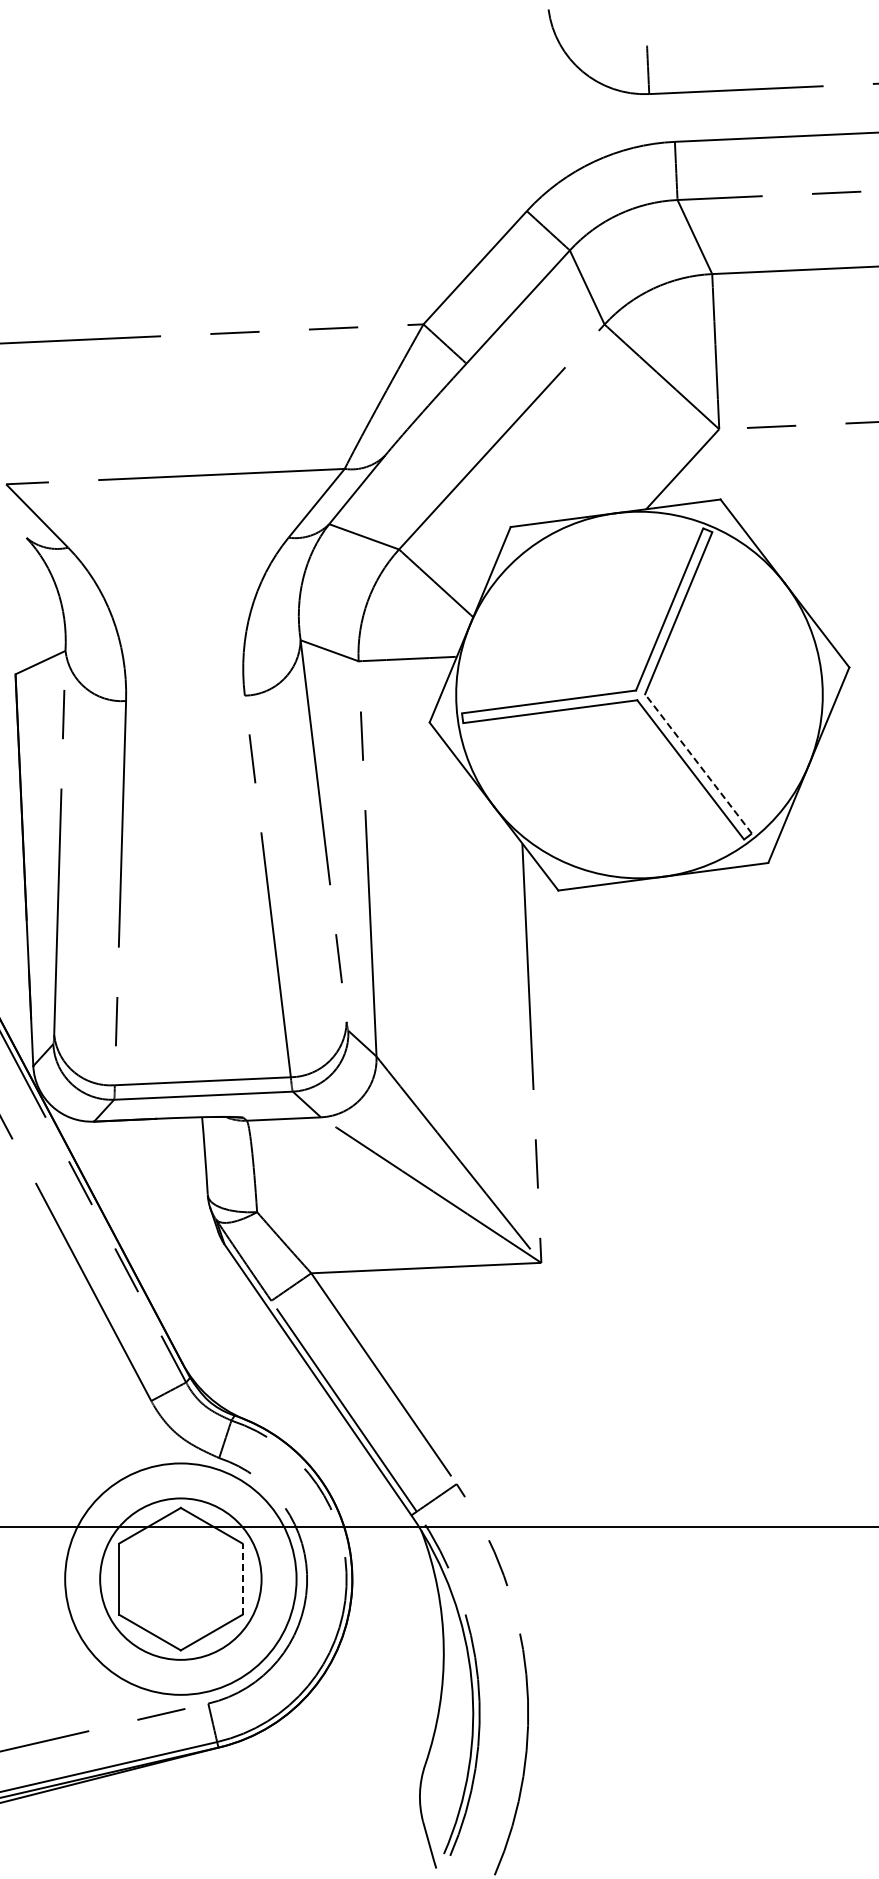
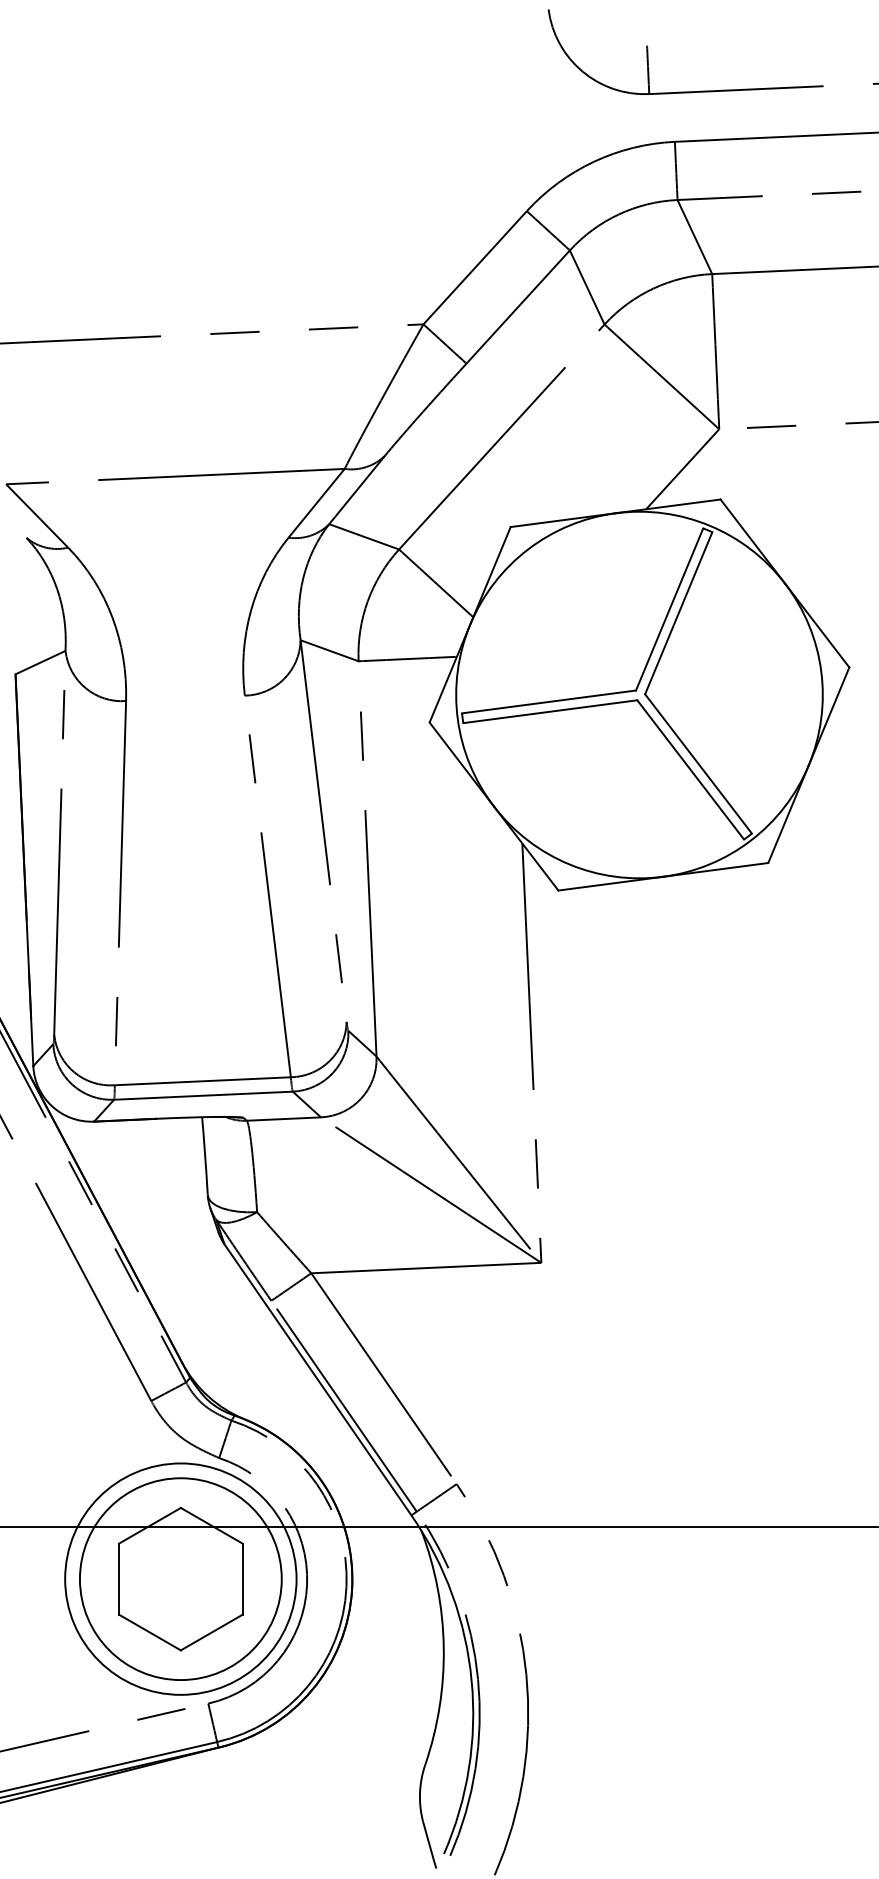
line at (698, 763): dashed -> solid
circle at (180, 1578) diameter: 161 px -> 202 px
line at (242, 1579): dashed -> solid
